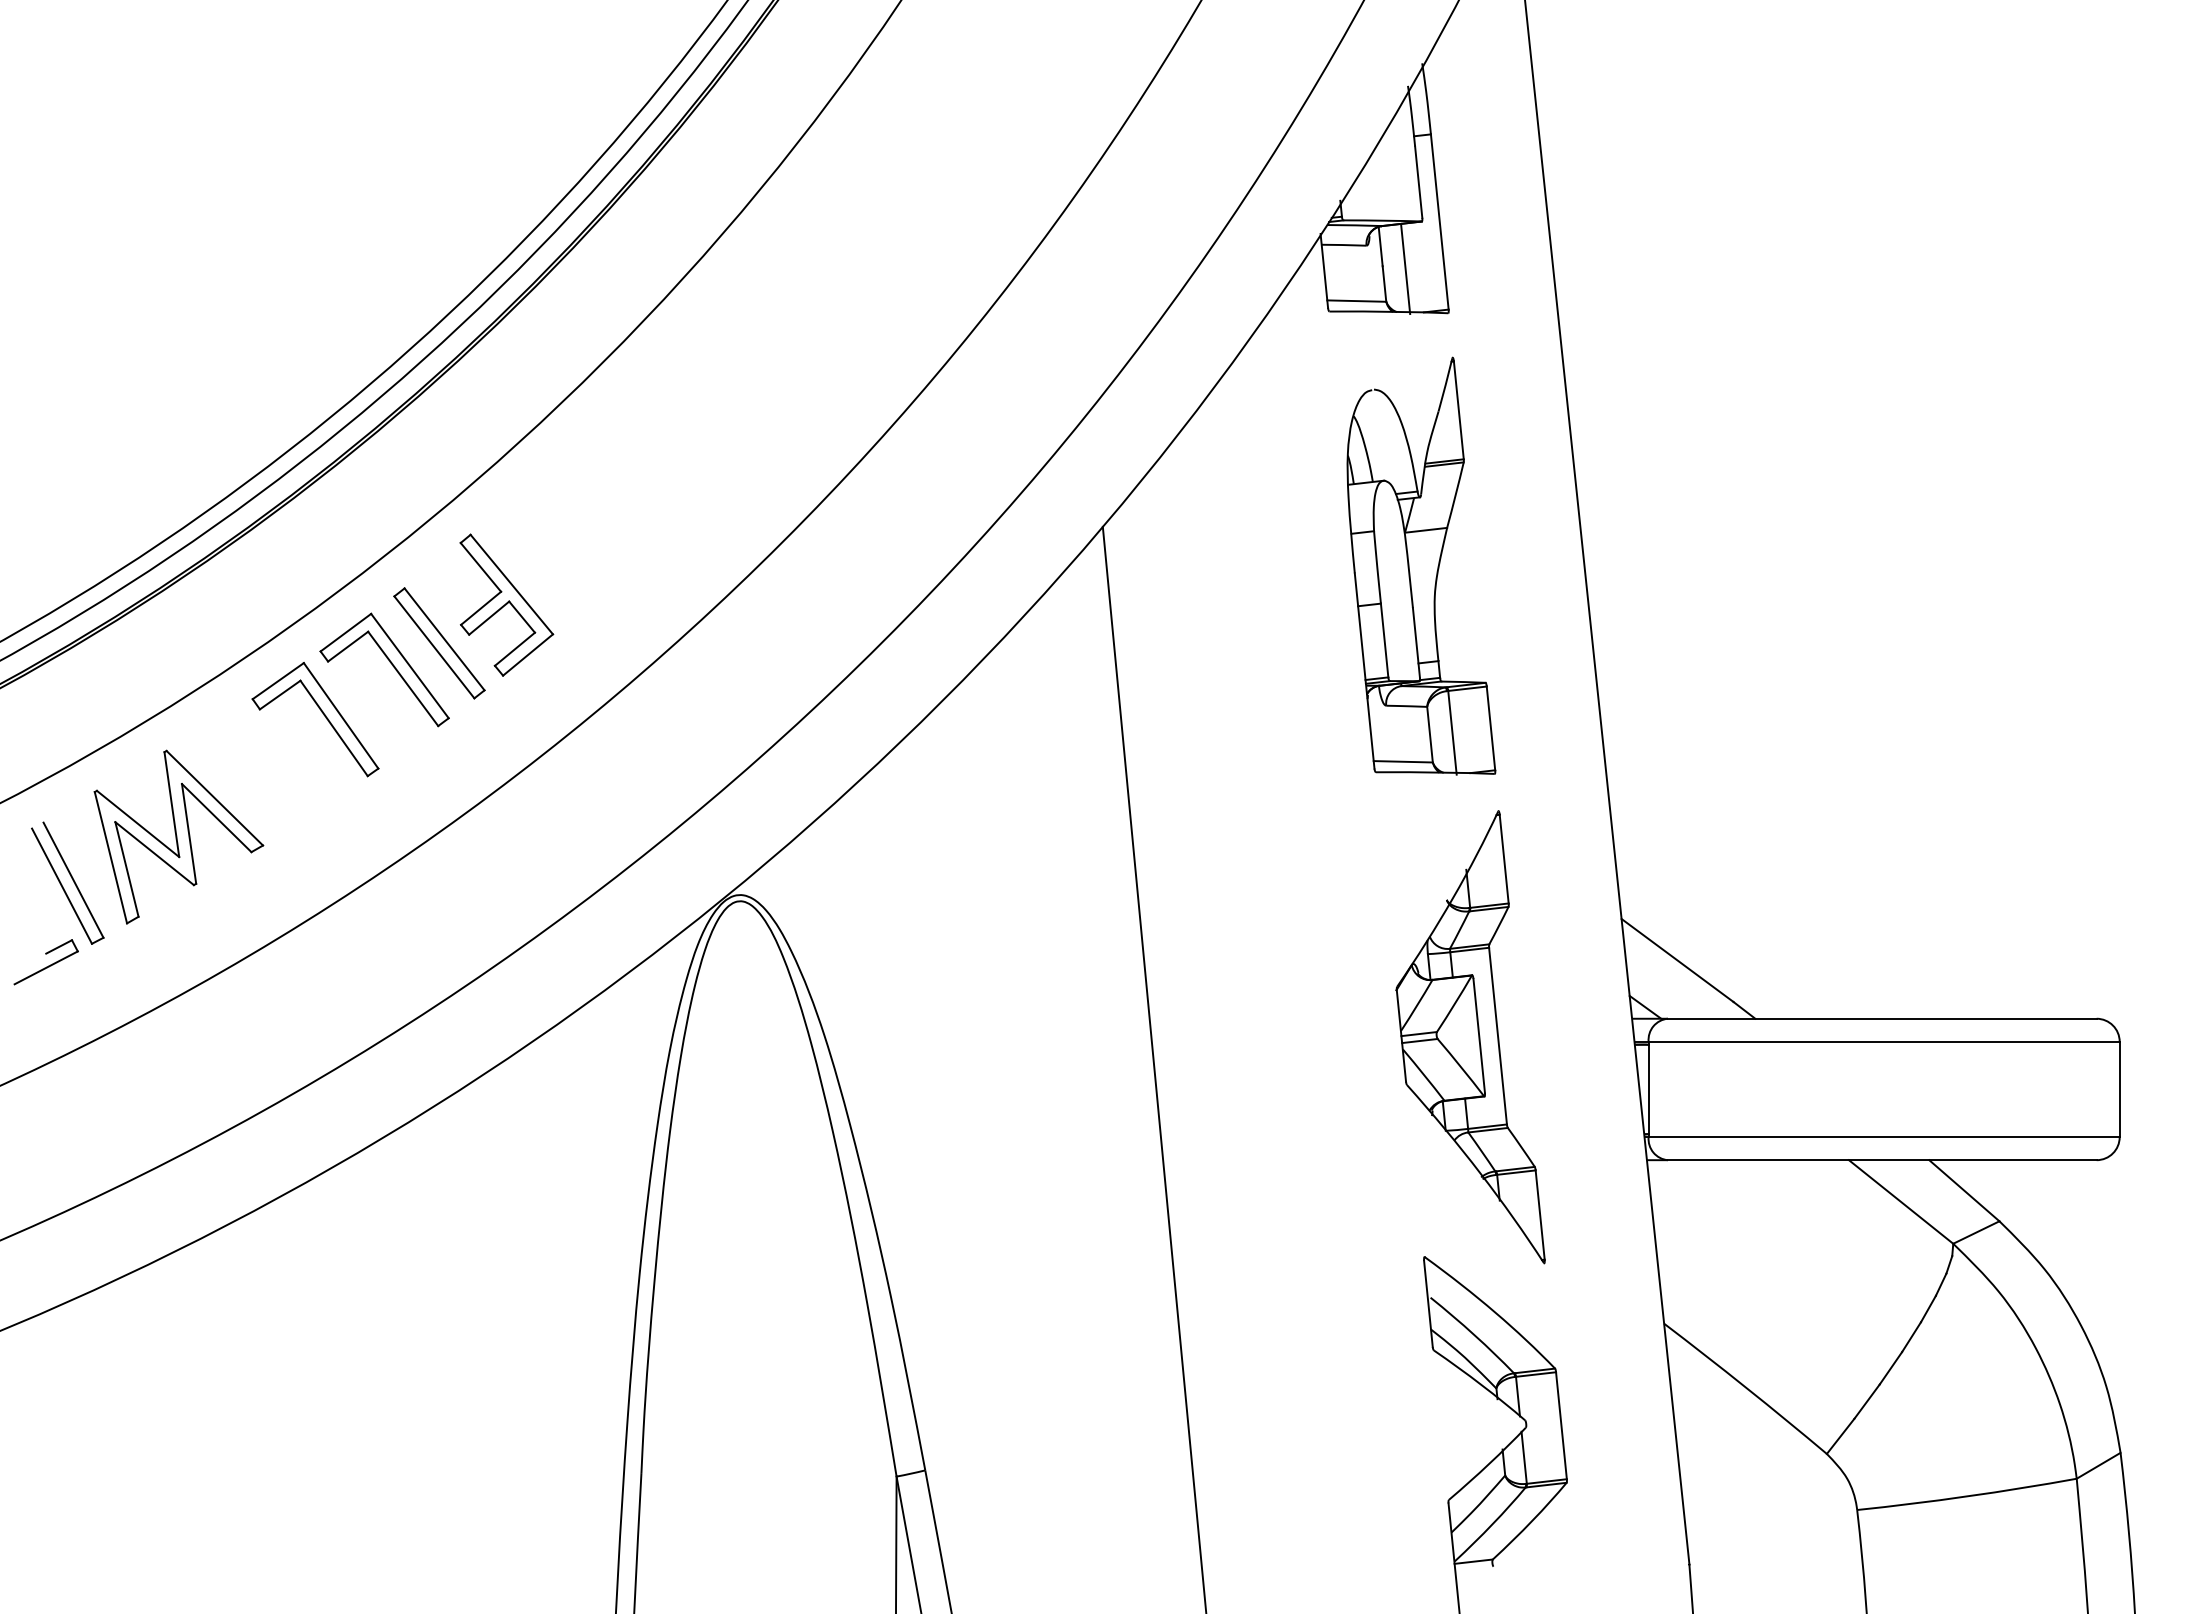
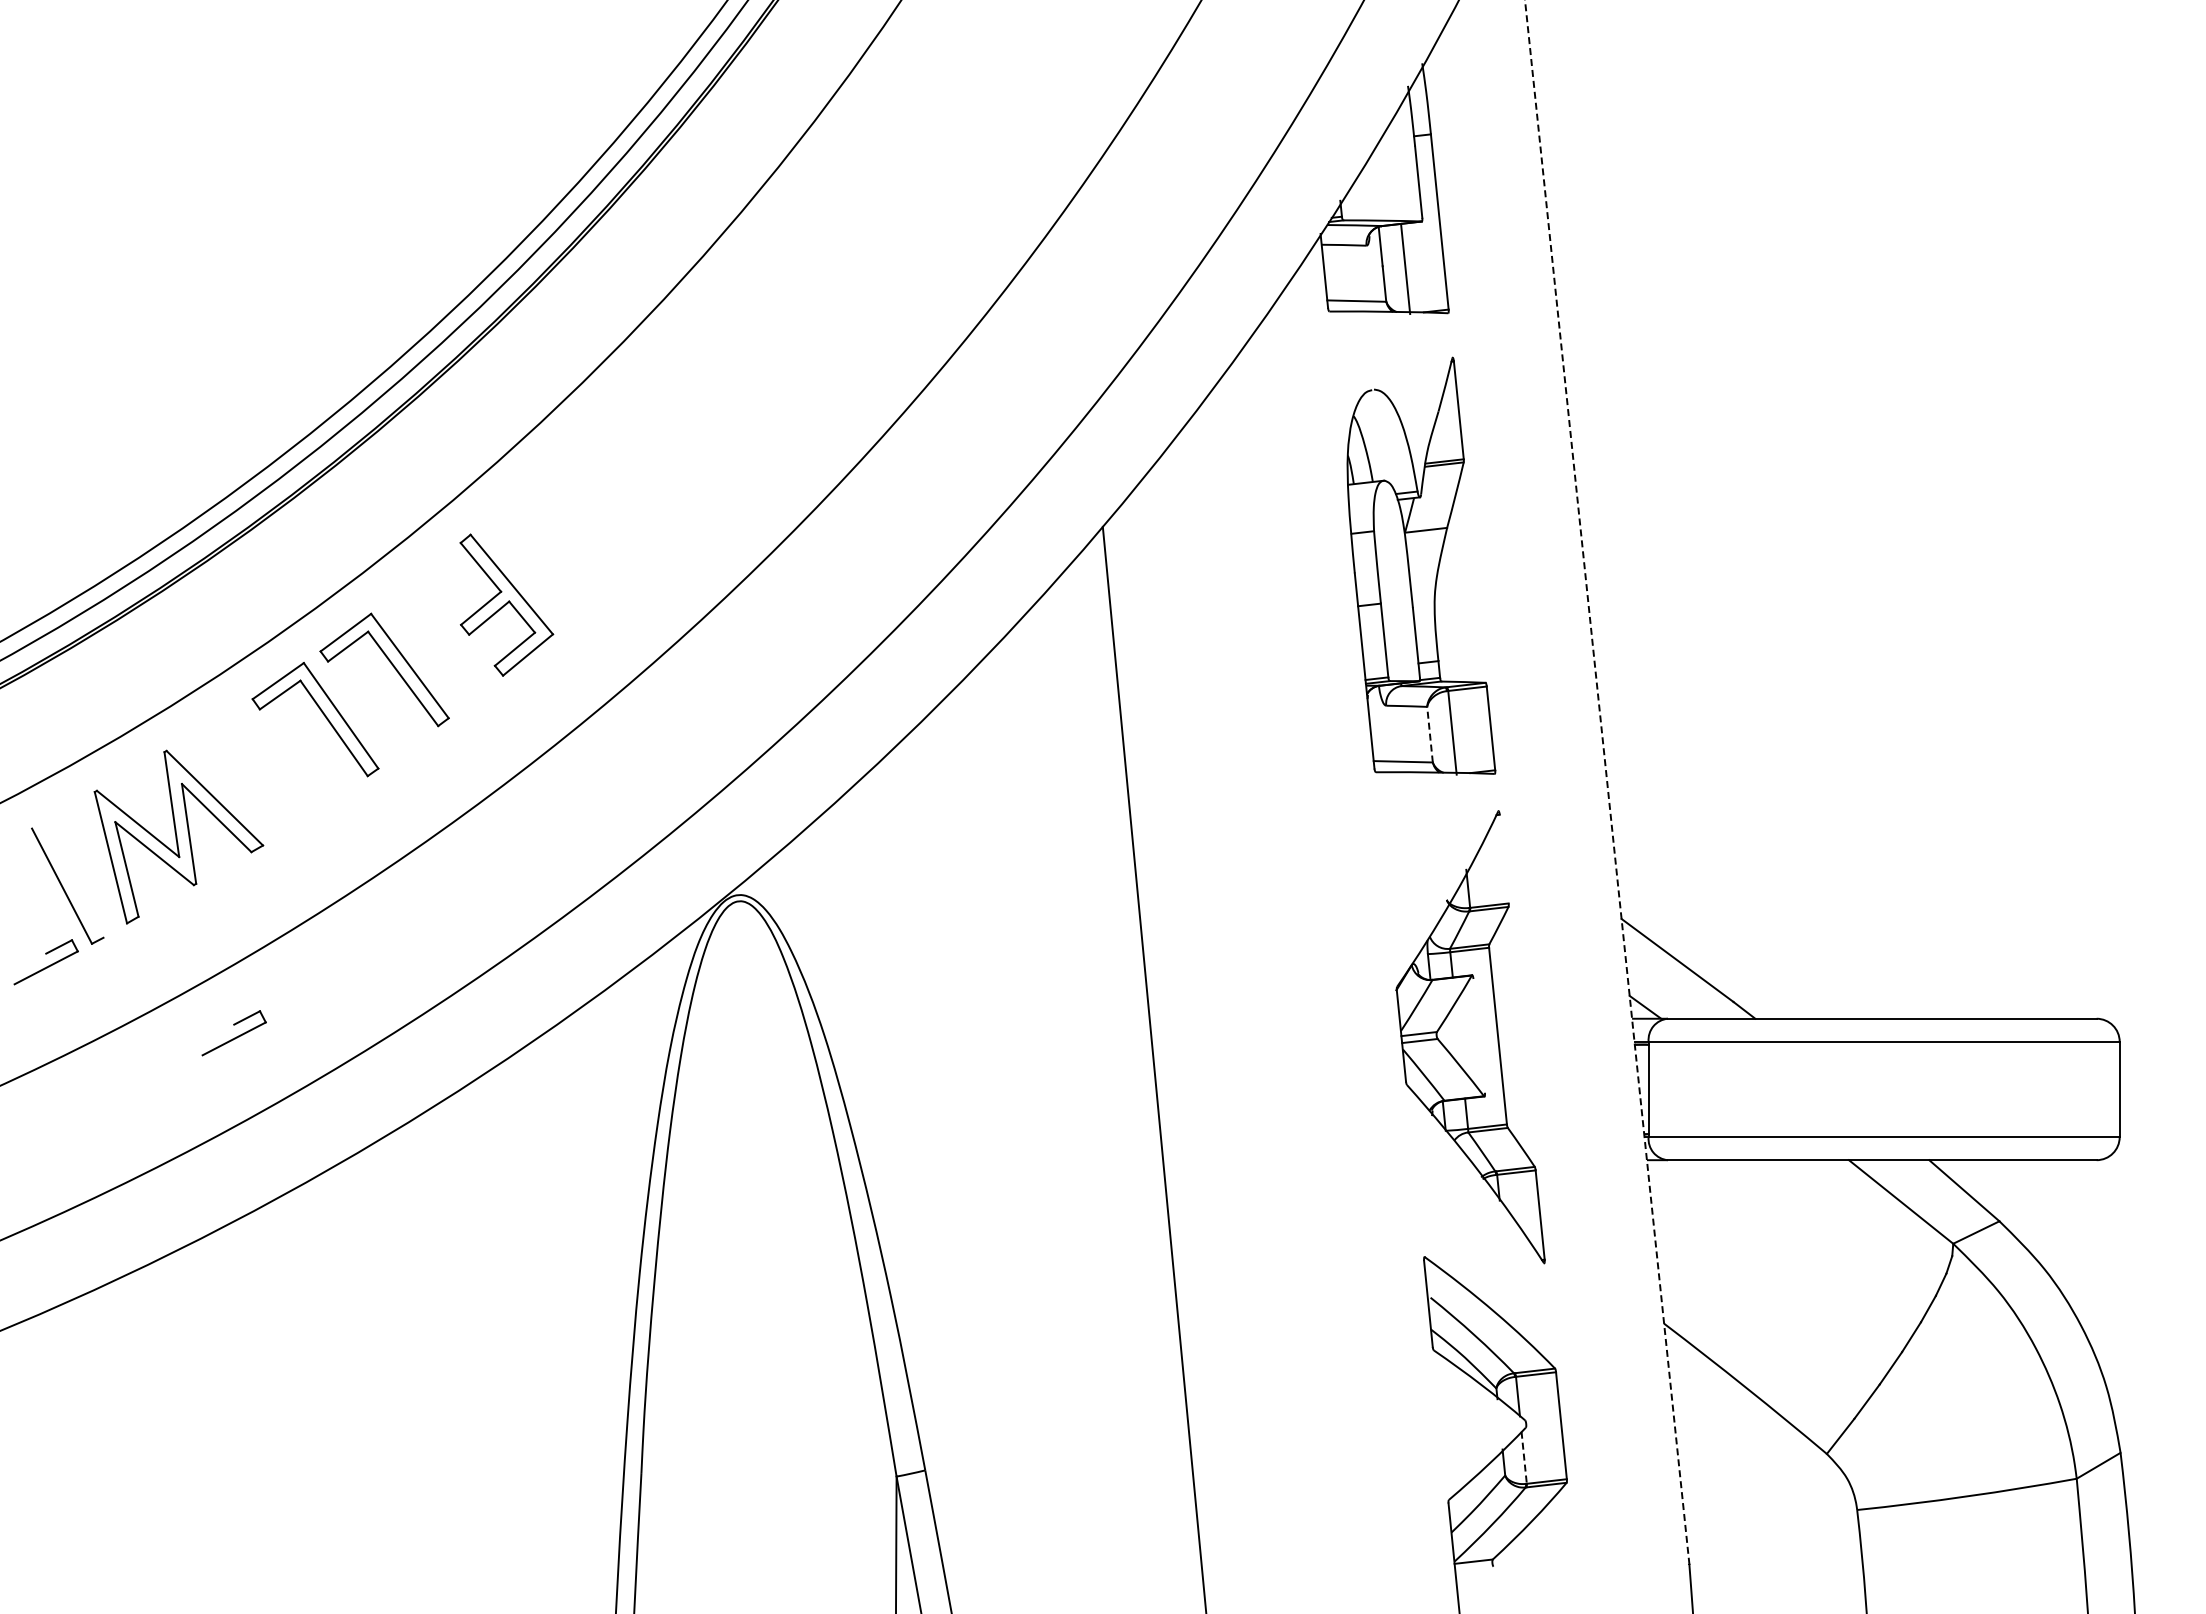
part at (439, 643): present -> none
line at (1430, 734): solid -> dashed
line at (1607, 782): solid -> dashed
line at (1503, 858): present -> none
line at (73, 879): present -> none
part at (233, 1033): none -> present
line at (1478, 1035): present -> none
line at (1524, 1458): solid -> dashed
